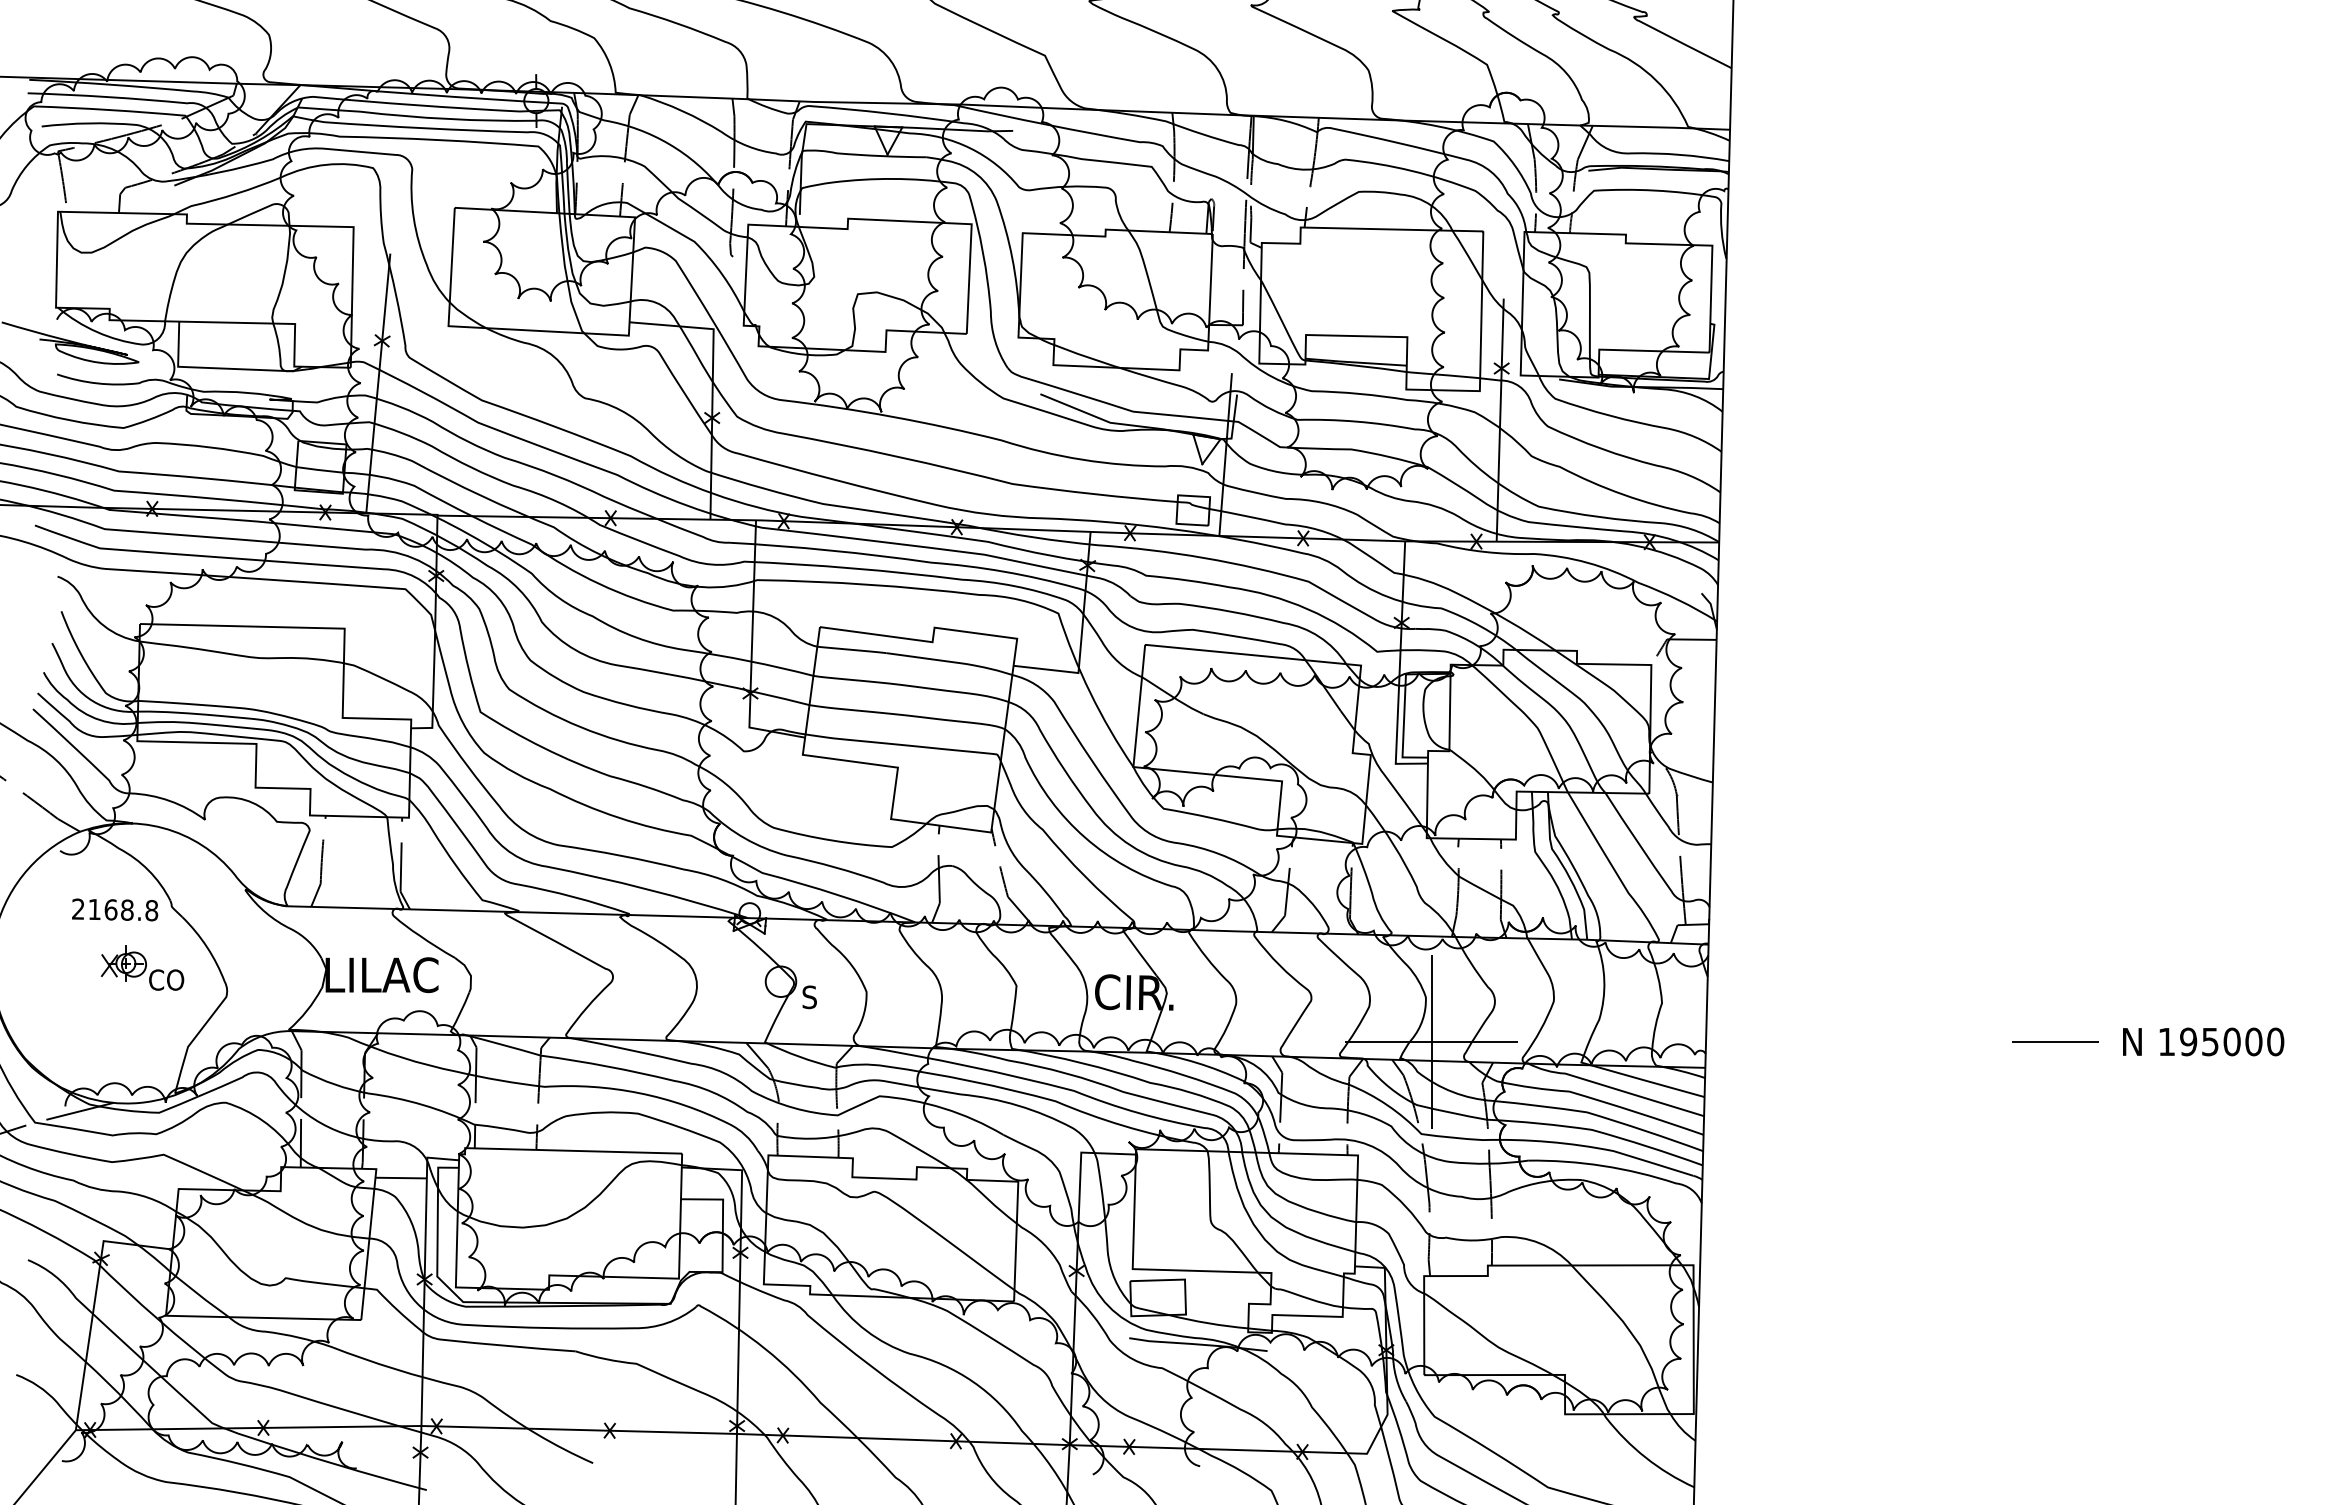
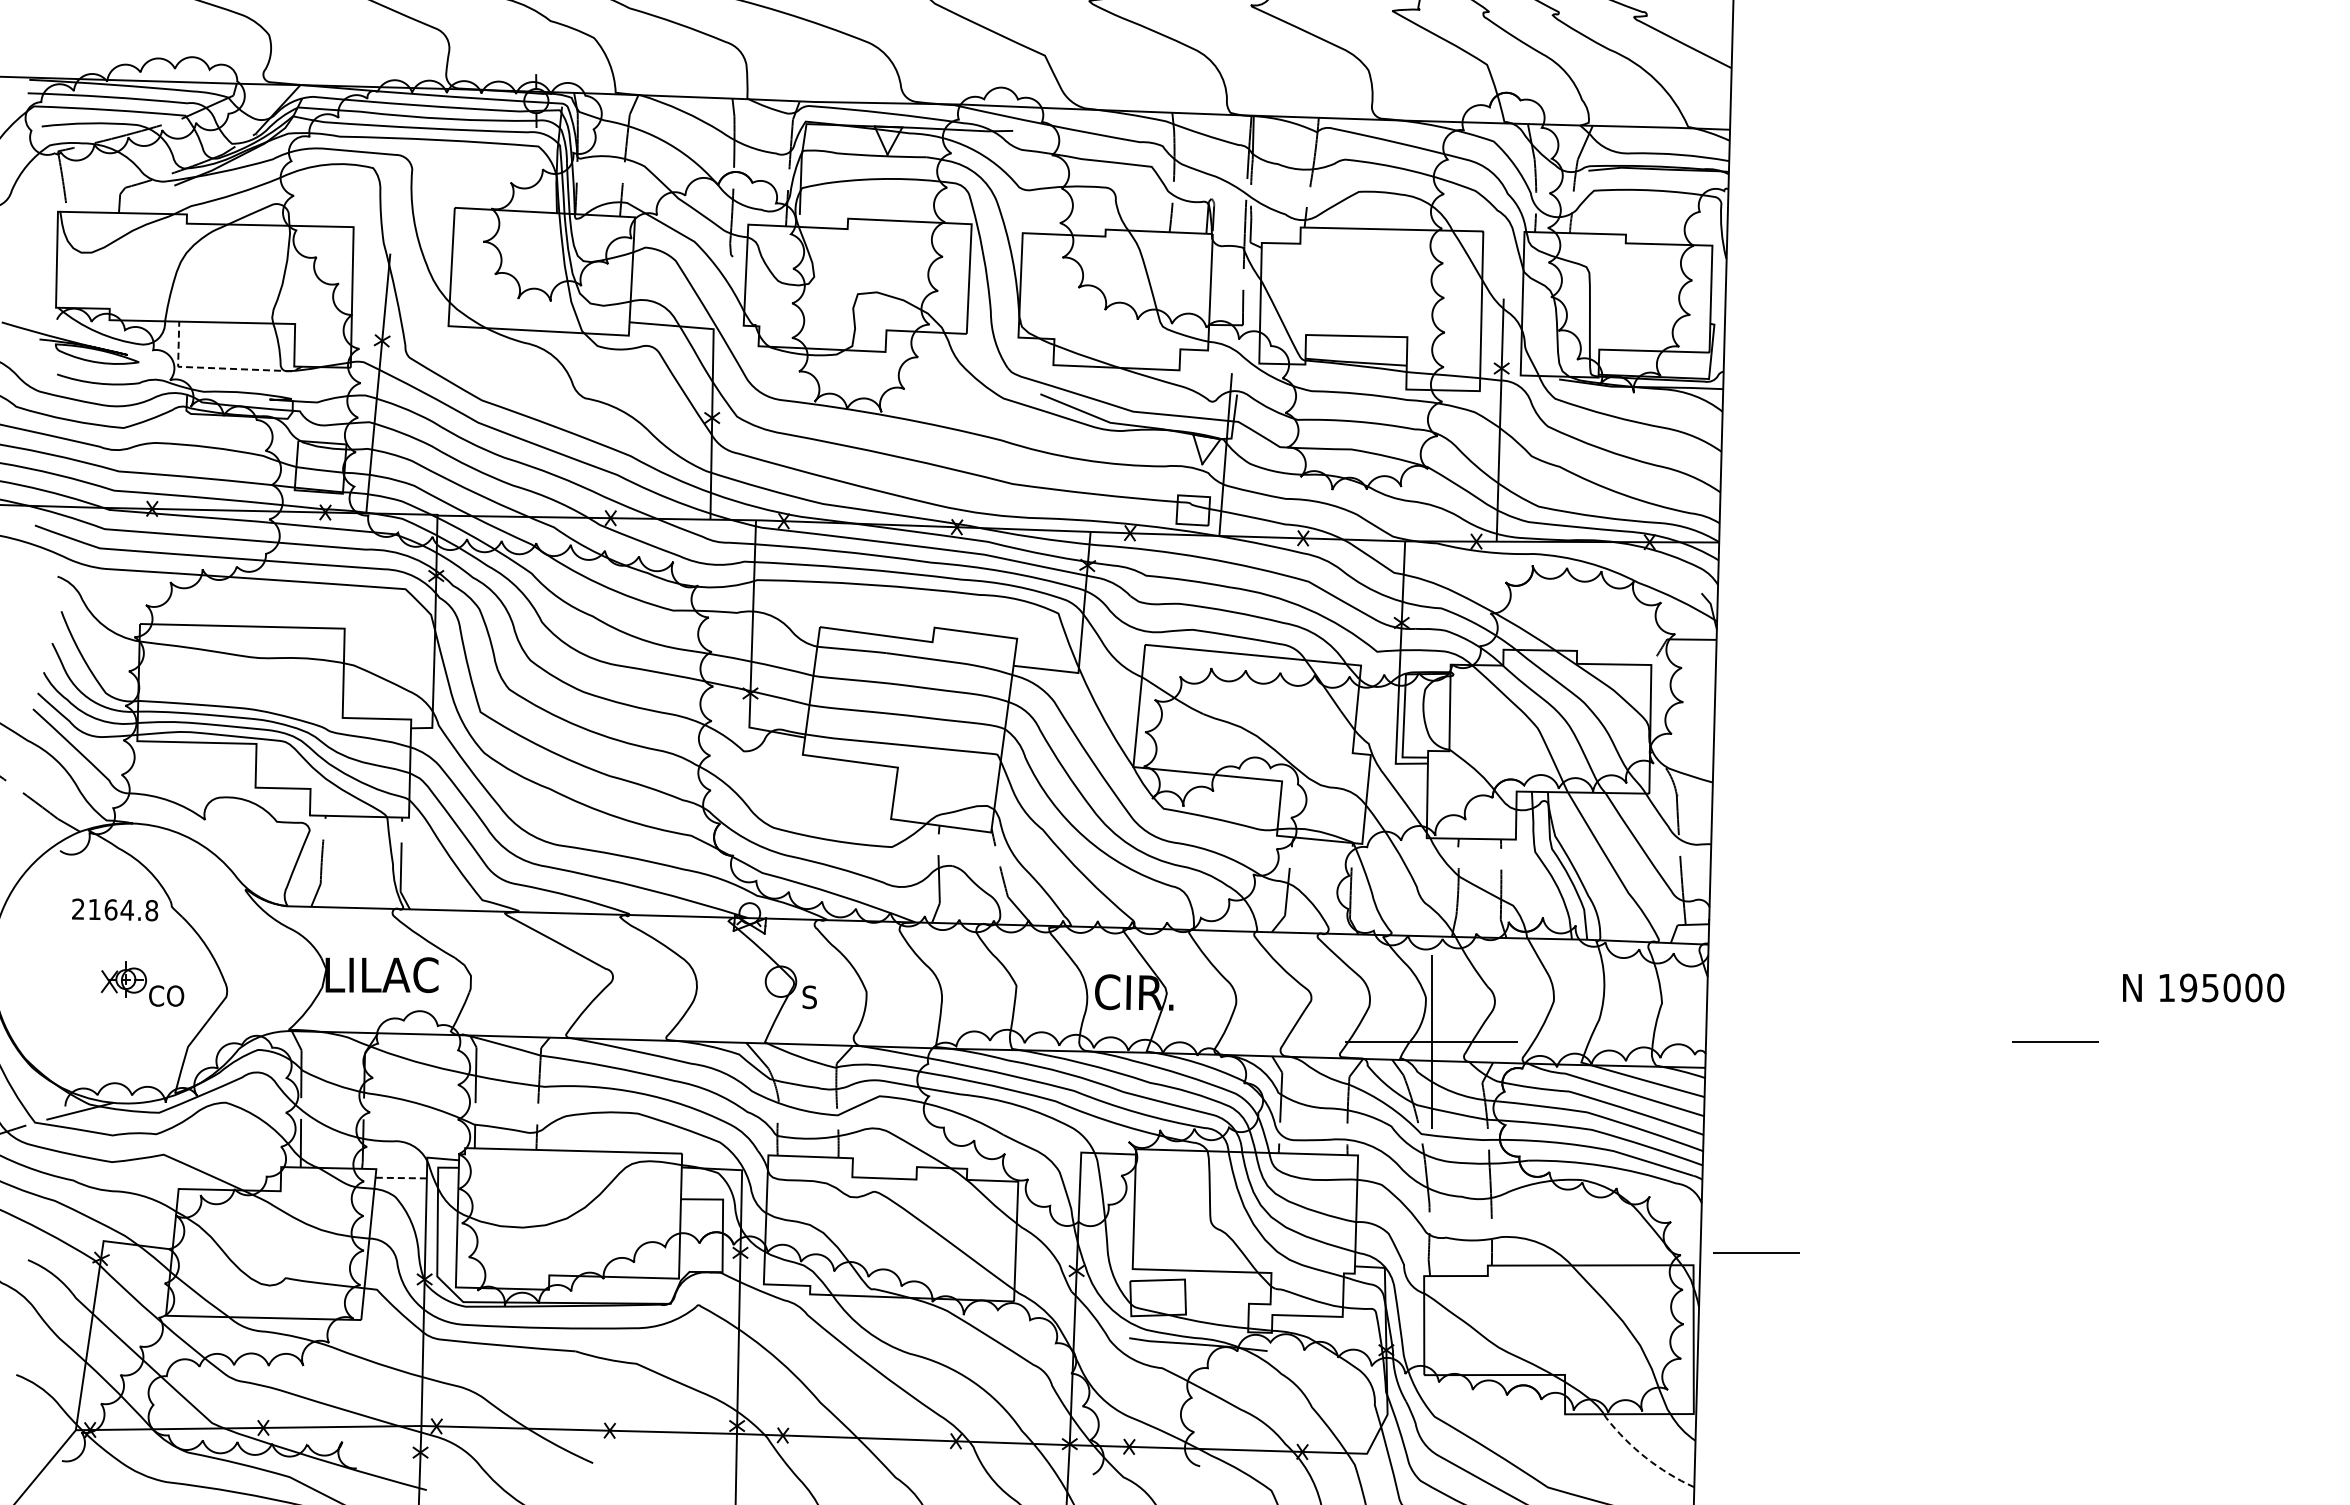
line at (217, 368): solid -> dashed
text at (126, 909): 2168.8 -> 2164.8
part at (142, 967) position: (142, 967) -> (142, 983)
text at (2203, 1041) position: (2203, 1041) -> (2203, 987)
line at (401, 1178): solid -> dashed
line at (1756, 1252): none -> present
line at (1644, 1456): solid -> dashed
